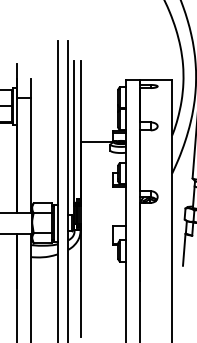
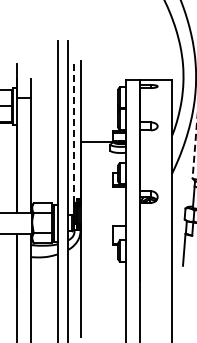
line at (74, 132): solid -> dashed
line at (194, 151): solid -> dashed
